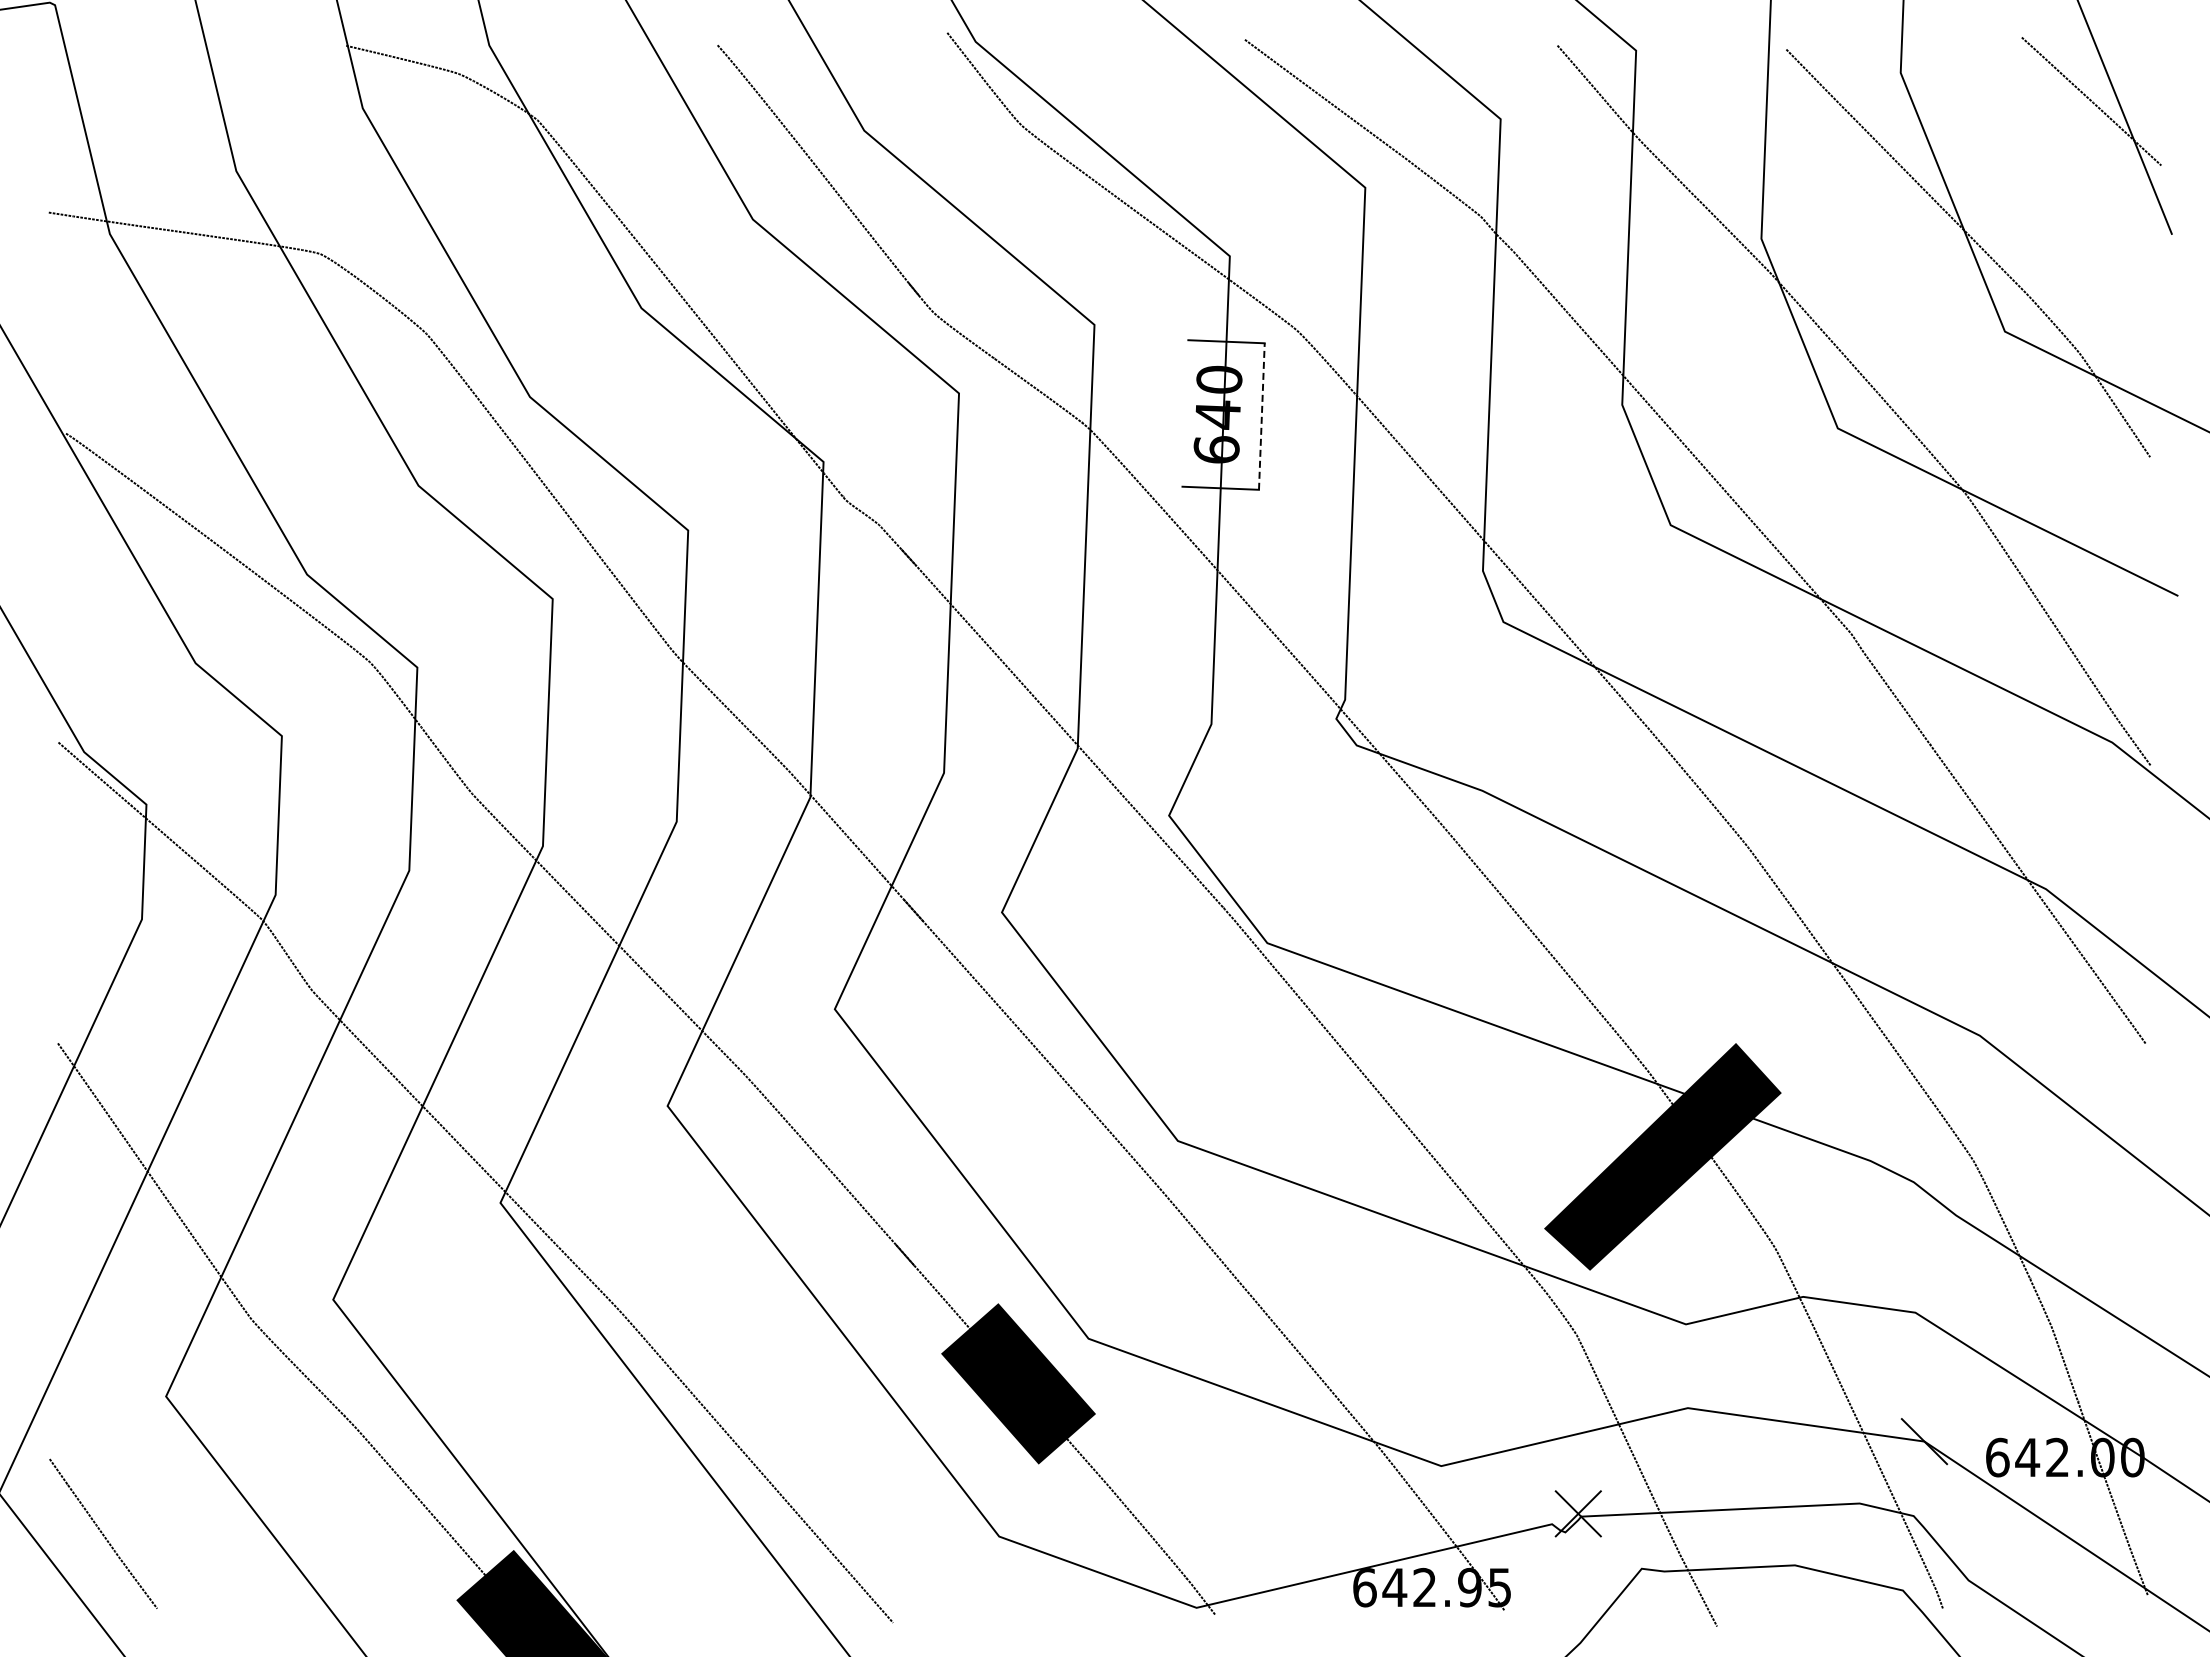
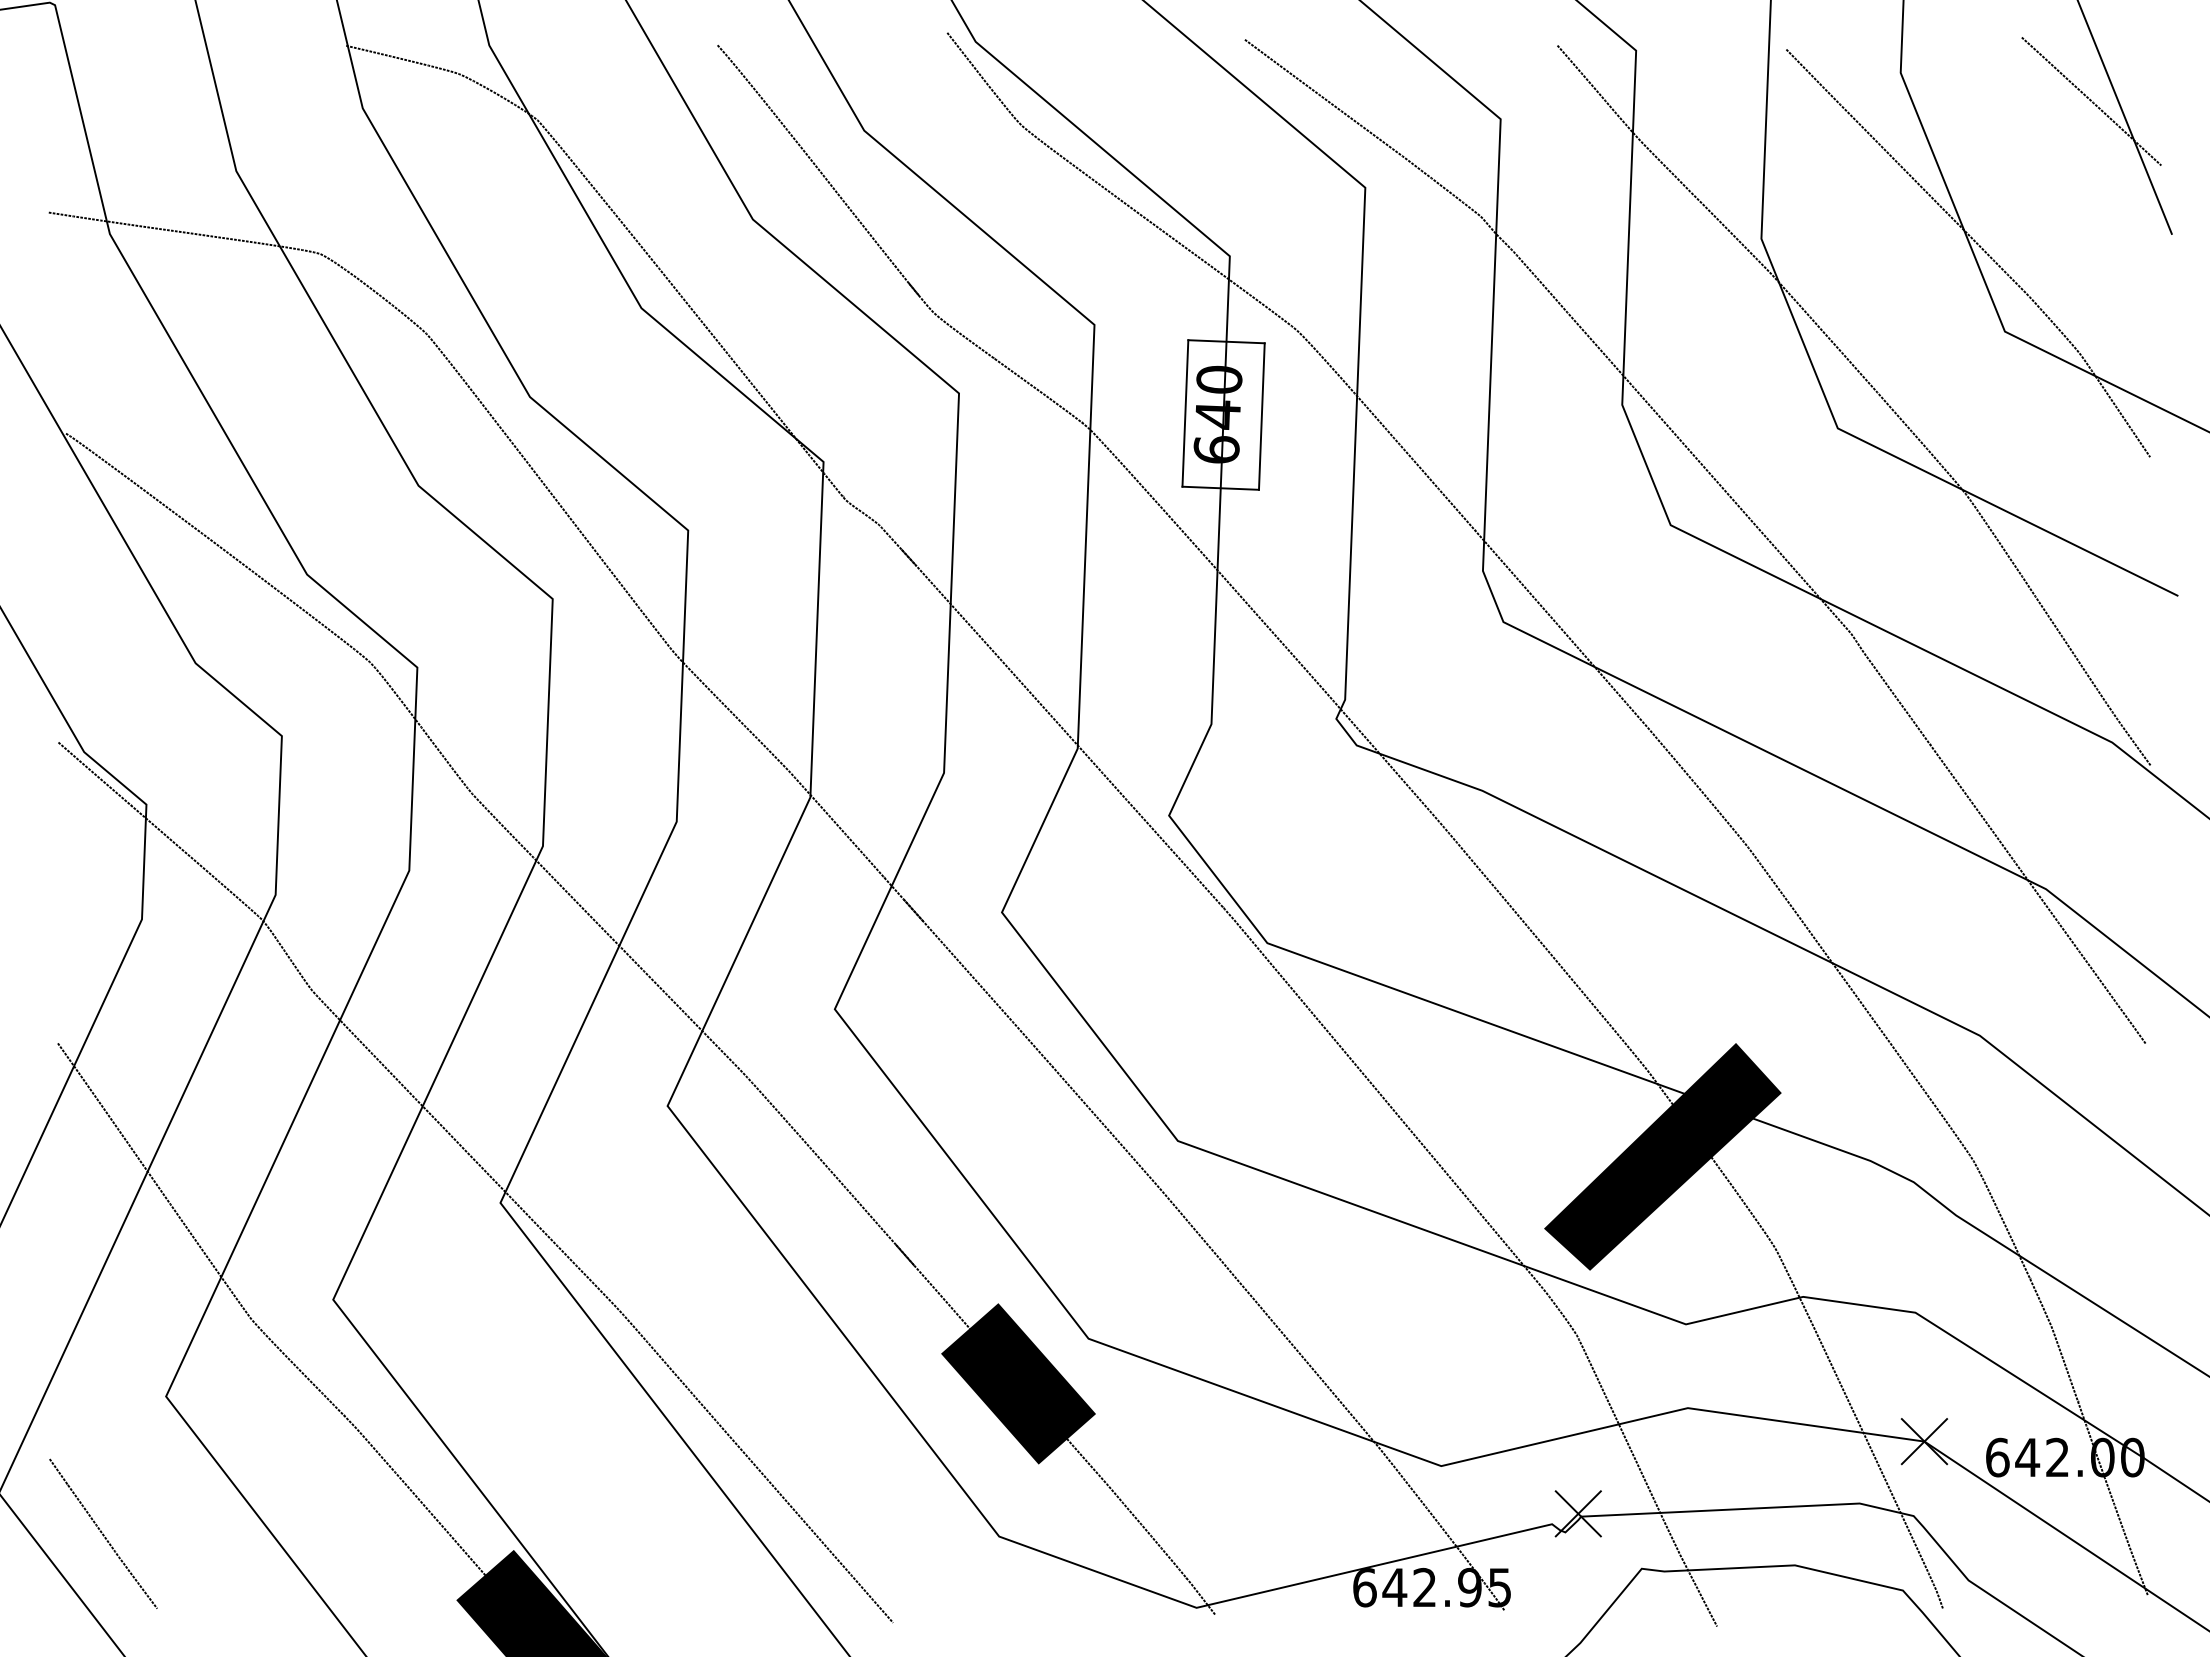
line at (1185, 413): none -> present
line at (1261, 416): dashed -> solid
line at (1924, 1441): none -> present
